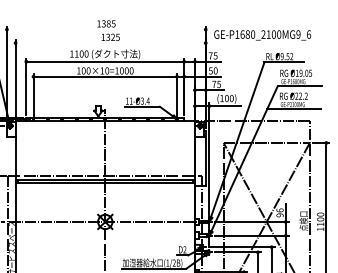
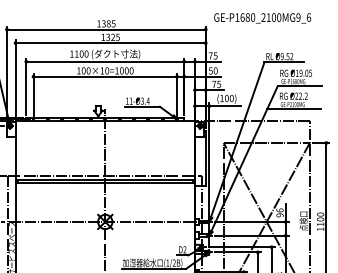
line at (105, 29): none -> present
text at (262, 35) position: (262, 35) -> (262, 18)
line at (110, 43): none -> present
